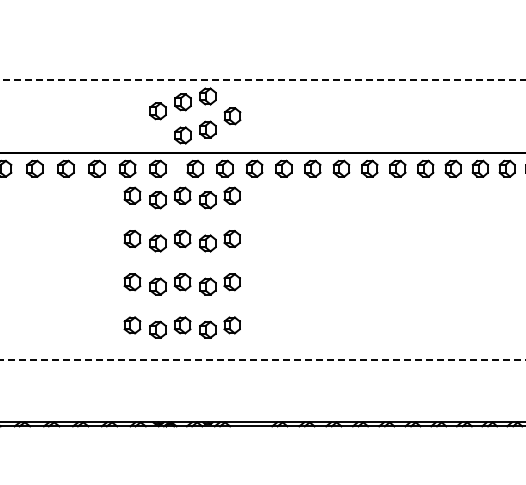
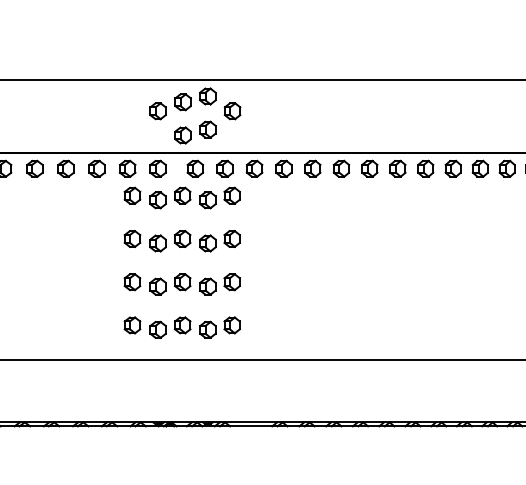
line at (263, 79): dashed -> solid
part at (232, 116) position: (232, 116) -> (232, 111)
line at (262, 359): dashed -> solid
